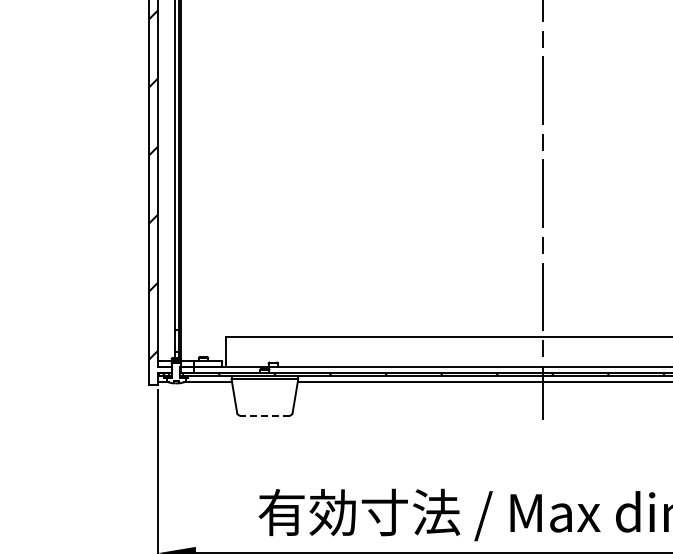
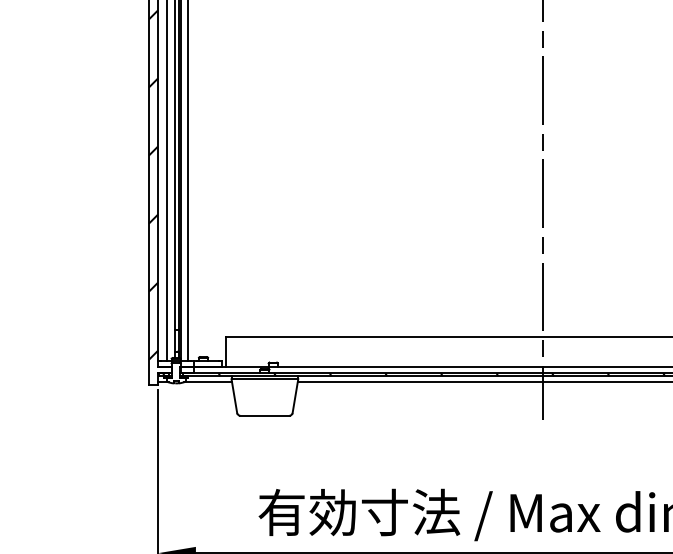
line at (167, 181): none -> present
line at (188, 181): none -> present
line at (264, 415): dashed -> solid
